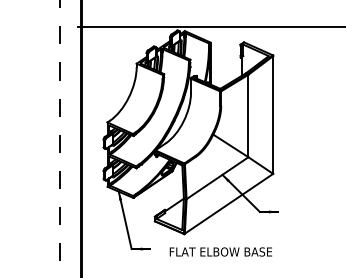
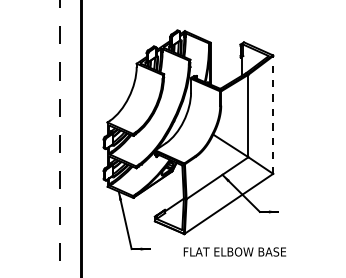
line at (210, 26): present -> none
line at (273, 114): solid -> dashed
text at (220, 251) position: (220, 251) -> (234, 251)
